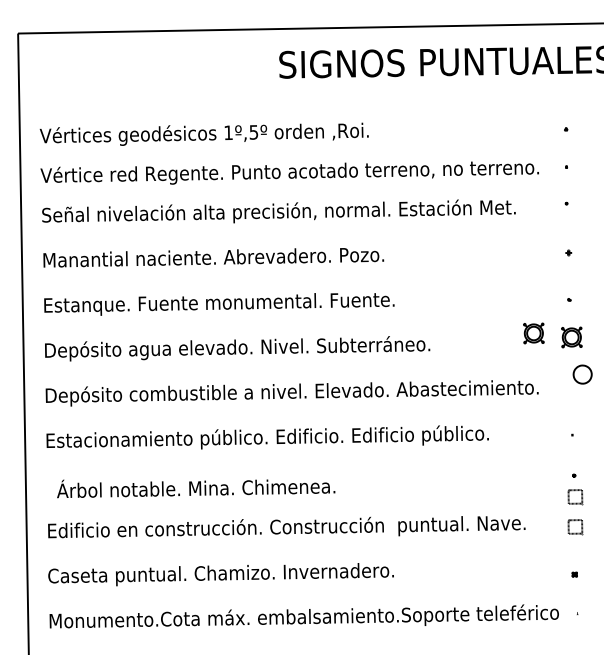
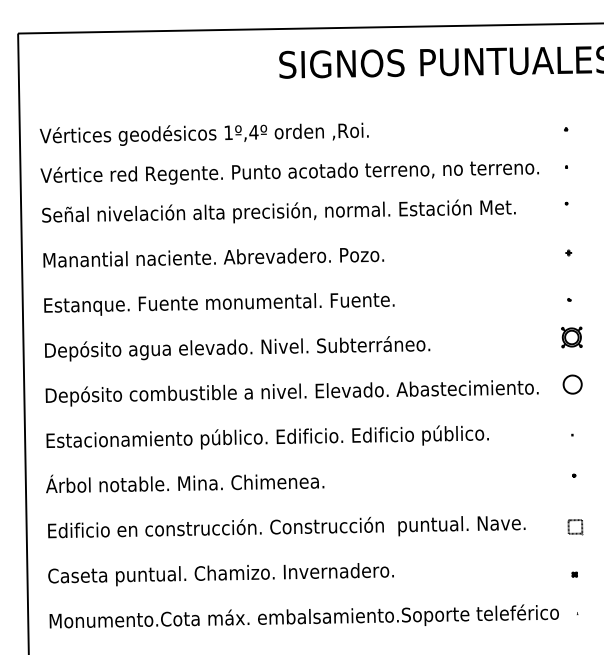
text at (253, 132): 1º,5º -> 1º,4º
part at (533, 333): present -> none
part at (582, 374) position: (582, 374) -> (572, 384)
text at (196, 488) position: (196, 488) -> (185, 483)
part at (575, 497): present -> none
